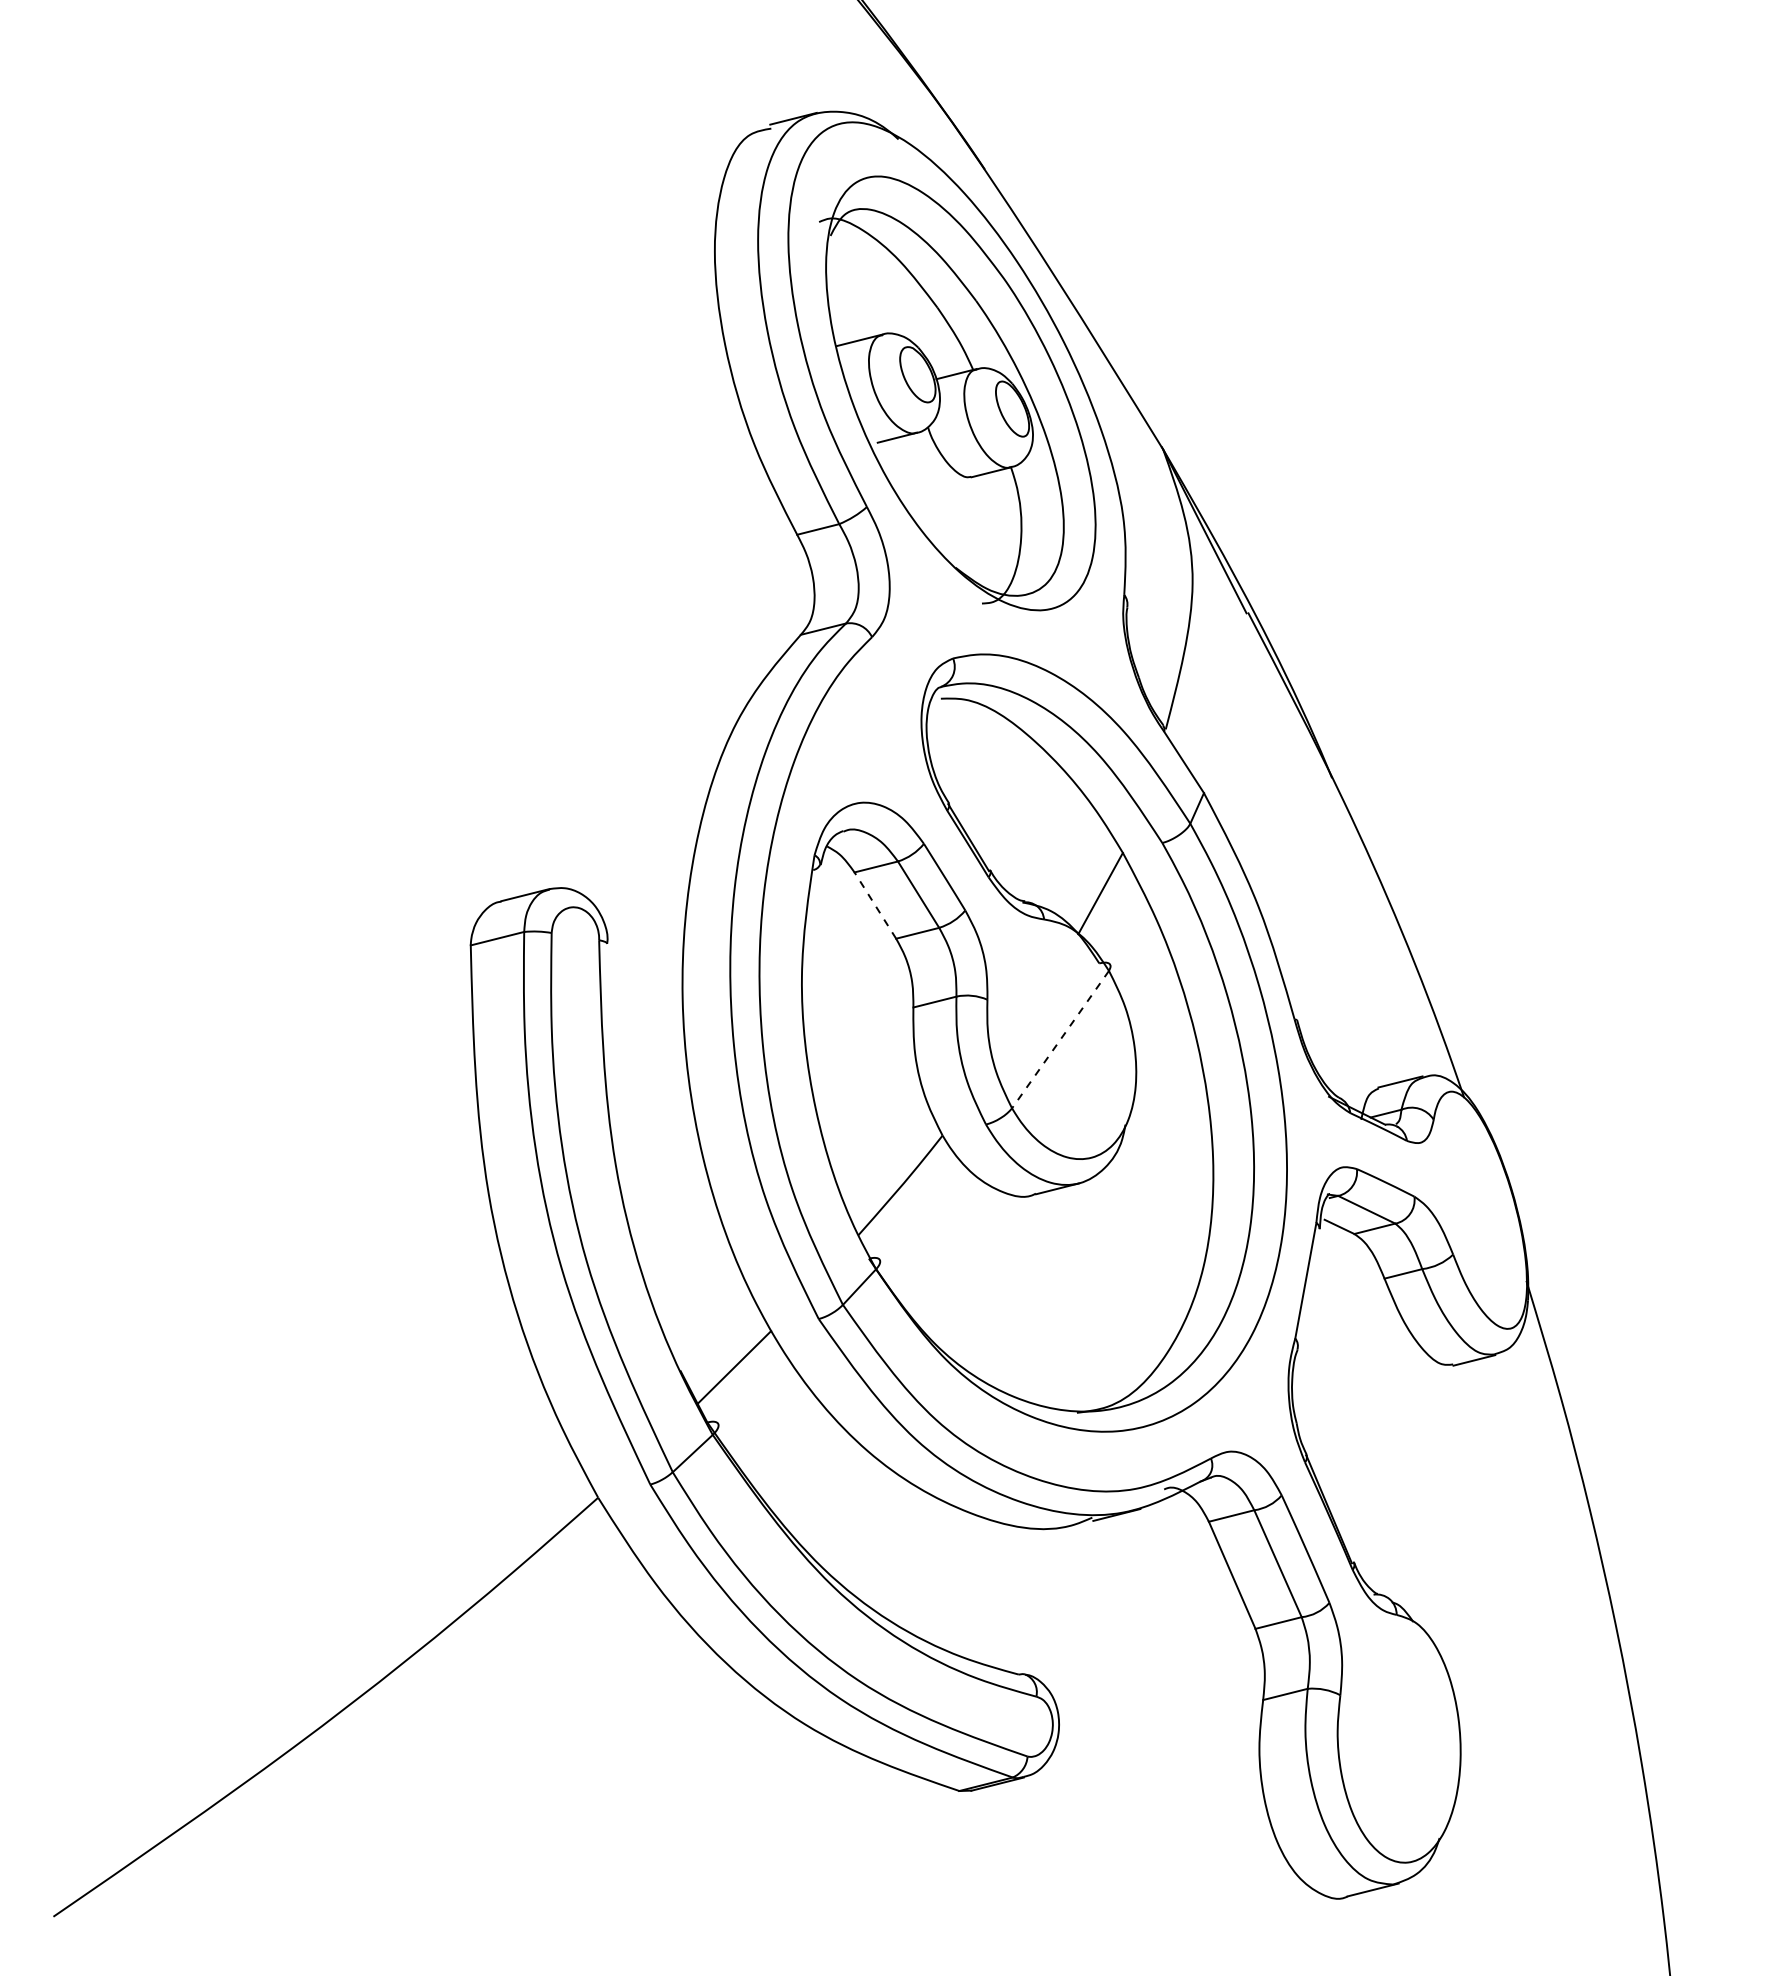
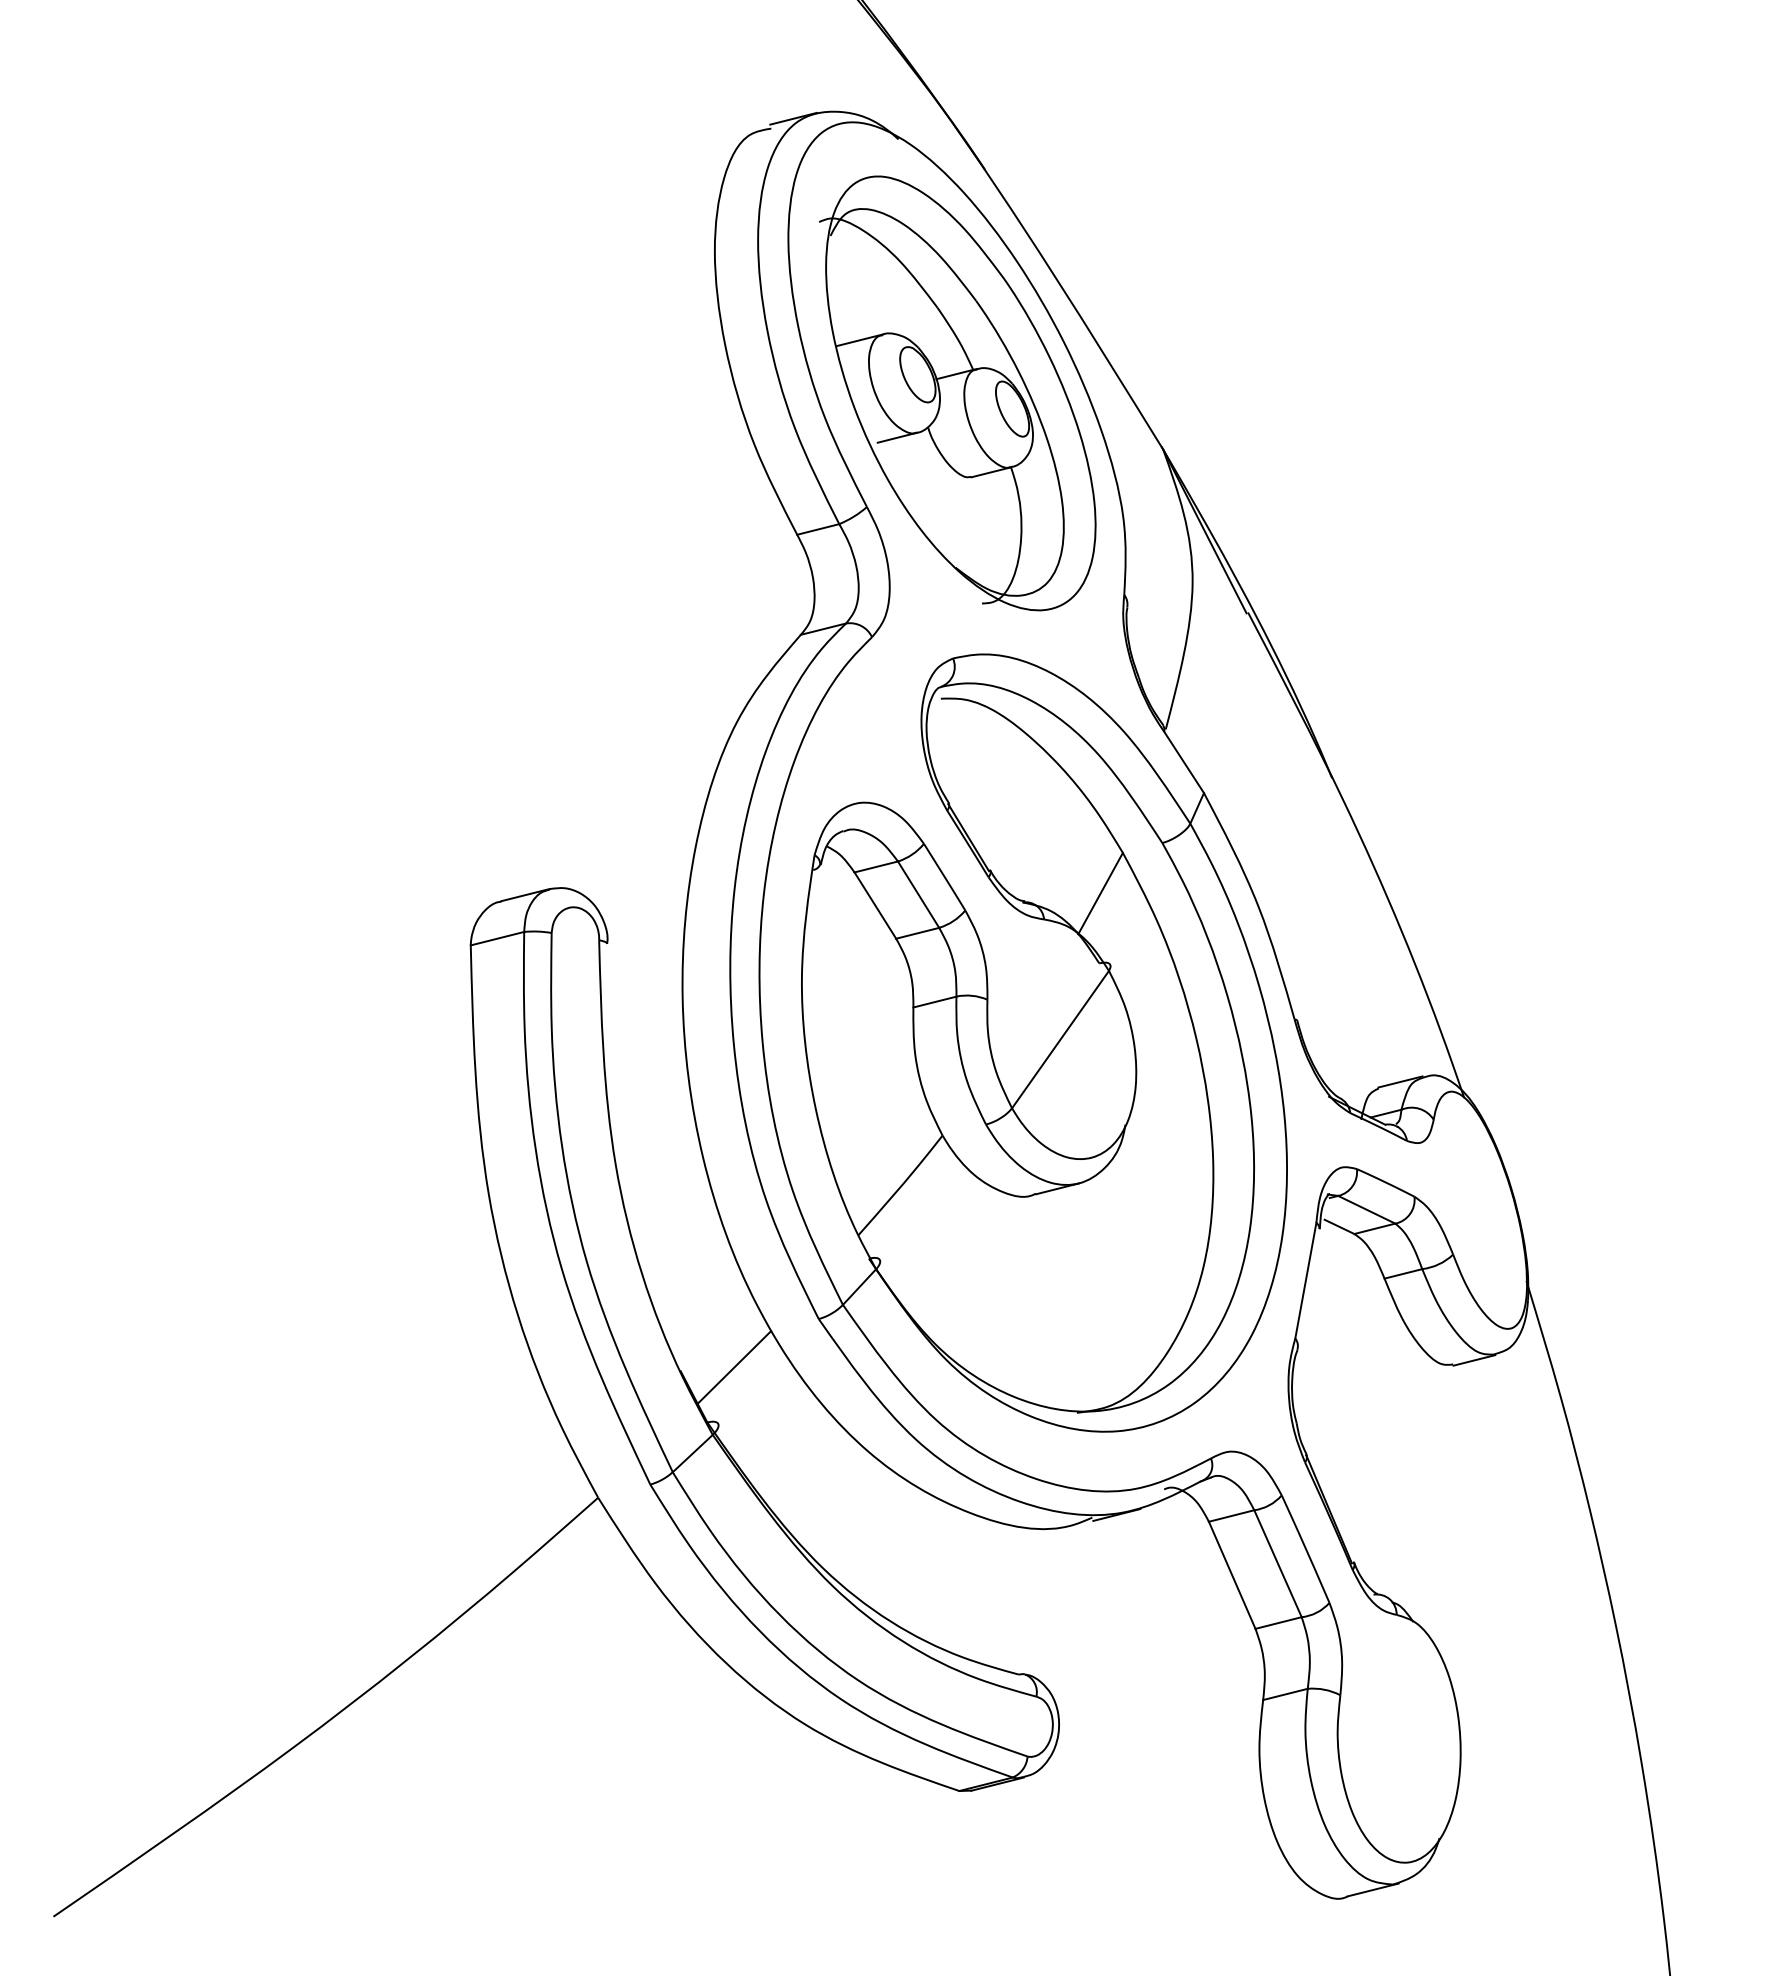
line at (875, 905): dashed -> solid
line at (1060, 1040): dashed -> solid
